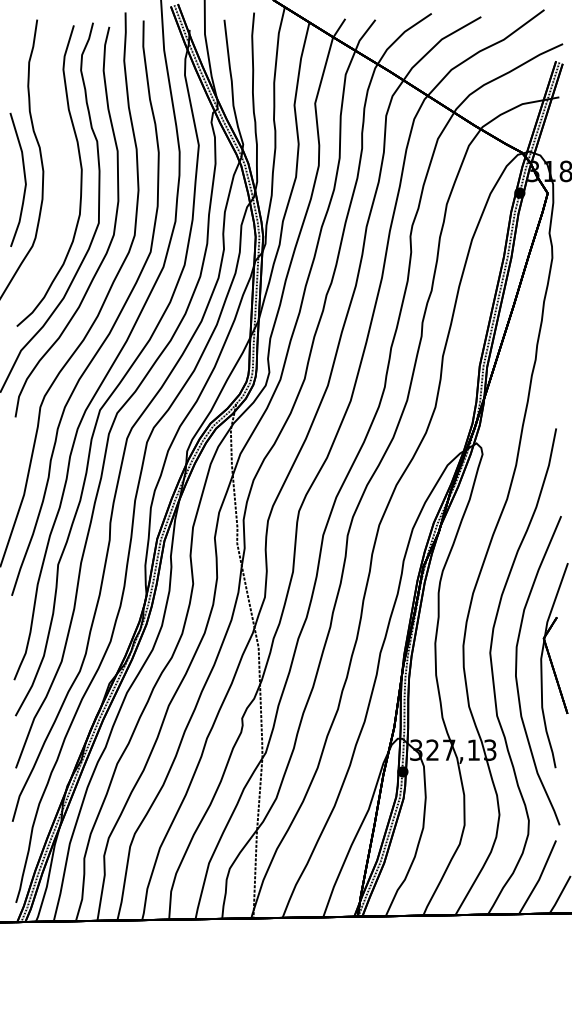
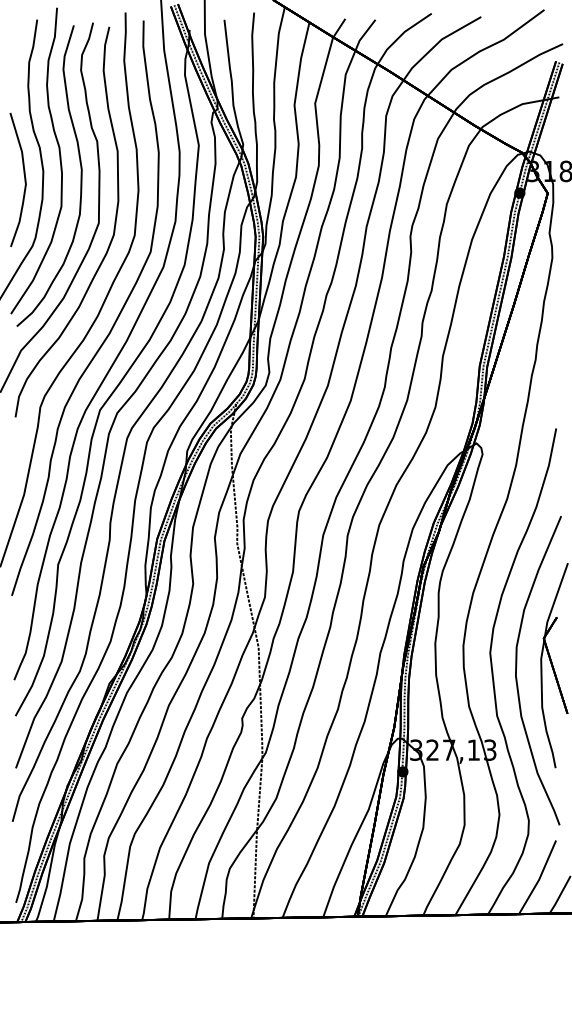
part at (59, 160): none -> present
